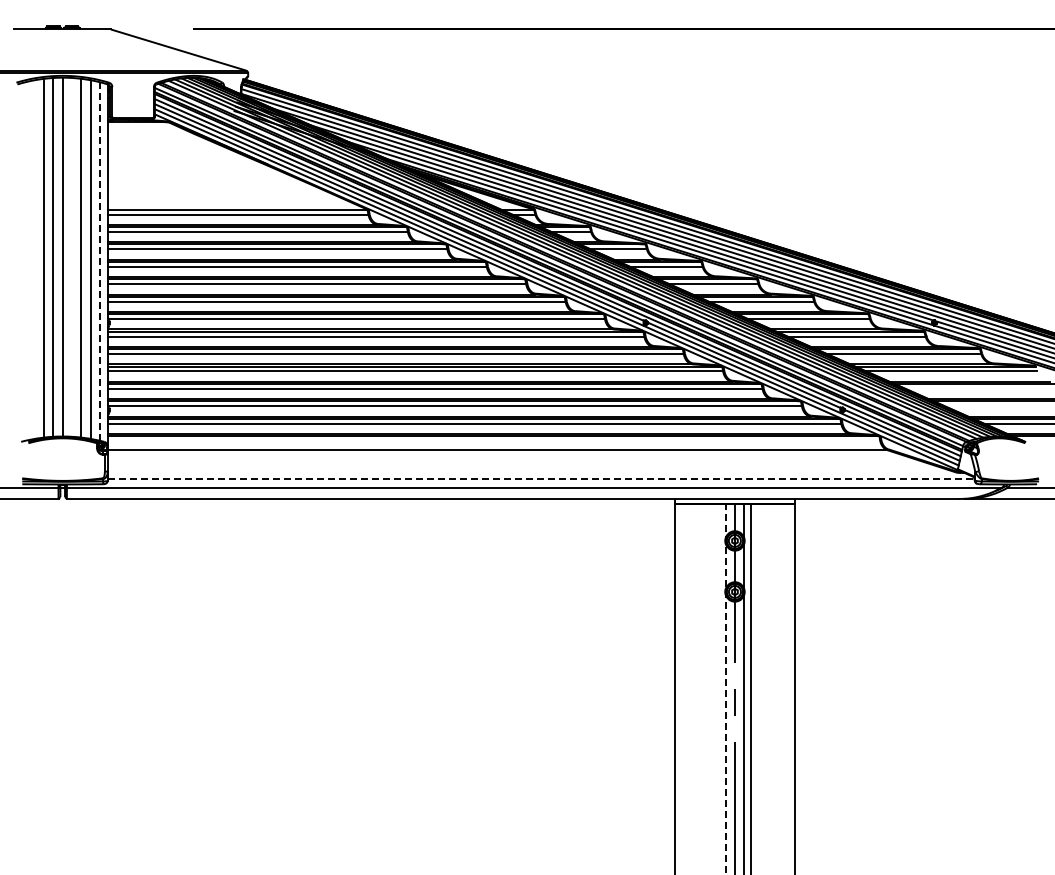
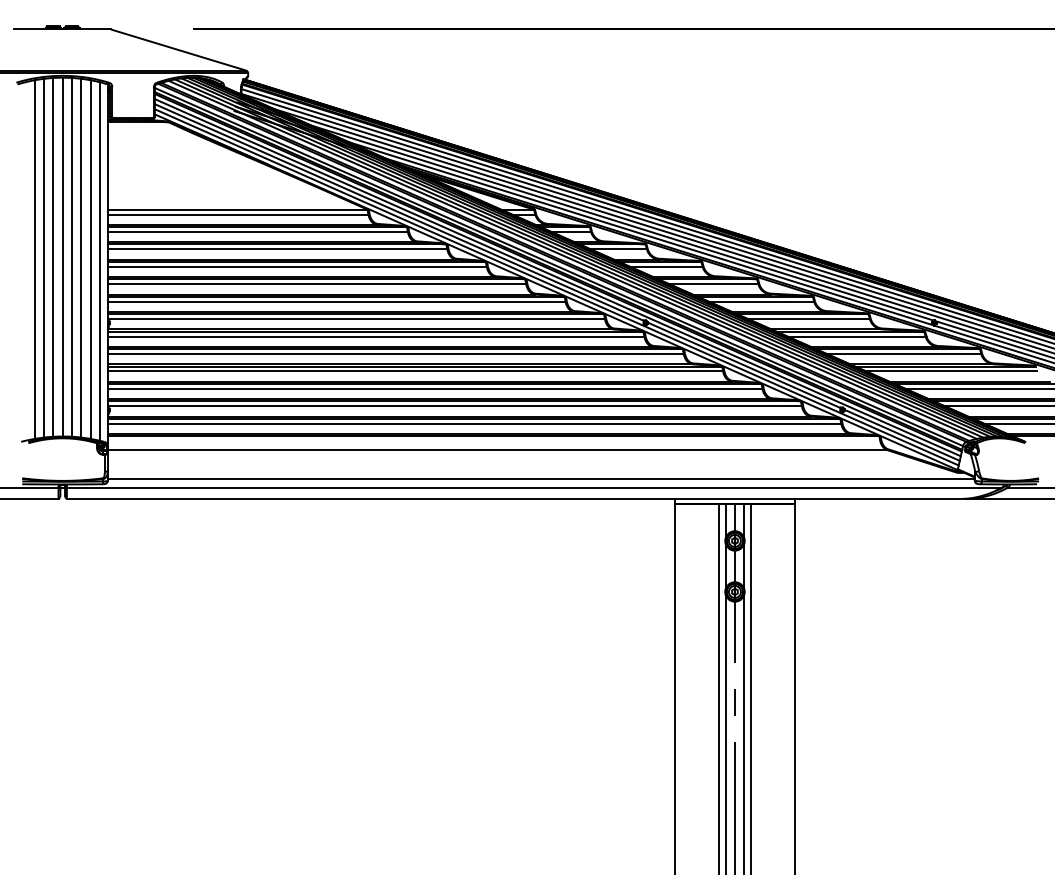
line at (71, 256): none -> present
line at (34, 259): none -> present
line at (99, 260): dashed -> solid
line at (978, 388): none -> present
line at (998, 406): none -> present
line at (541, 478): dashed -> solid
line at (719, 687): none -> present
line at (725, 688): dashed -> solid
